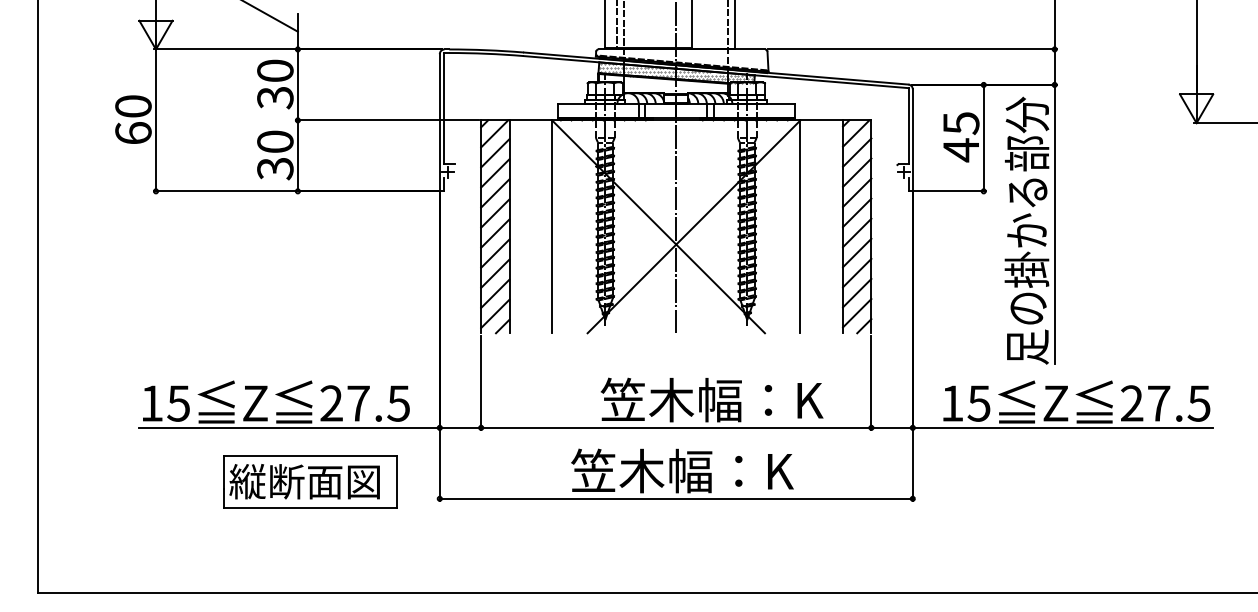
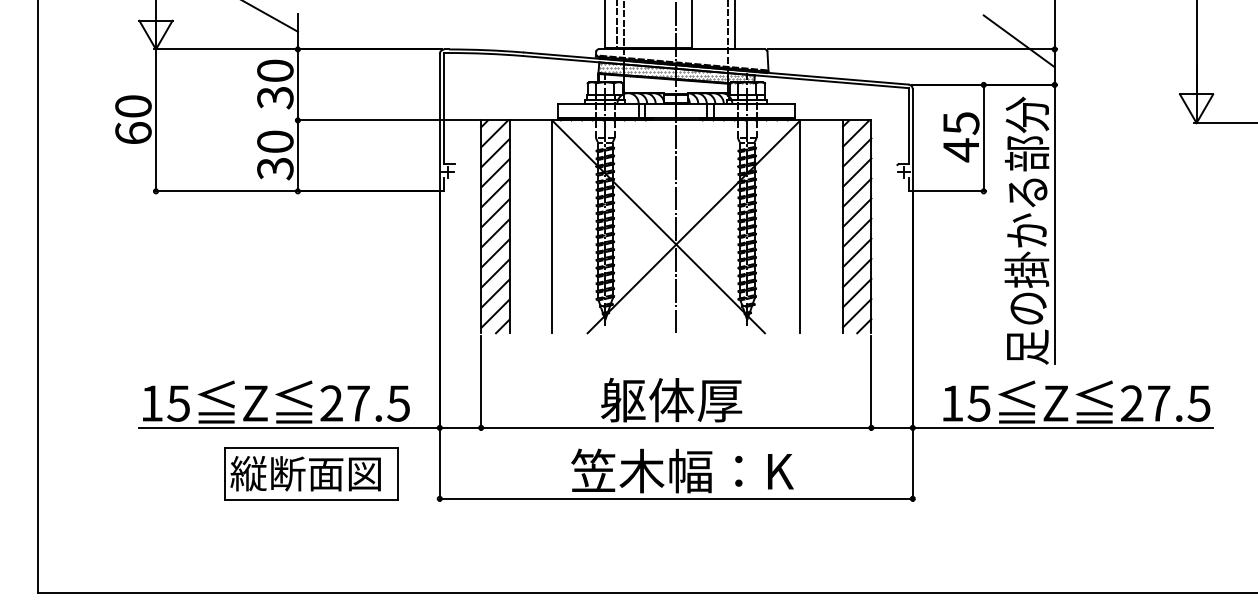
line at (1018, 41): none -> present
text at (711, 399): 笠木幅：K -> 躯体厚
part at (310, 481) position: (310, 481) -> (311, 473)
